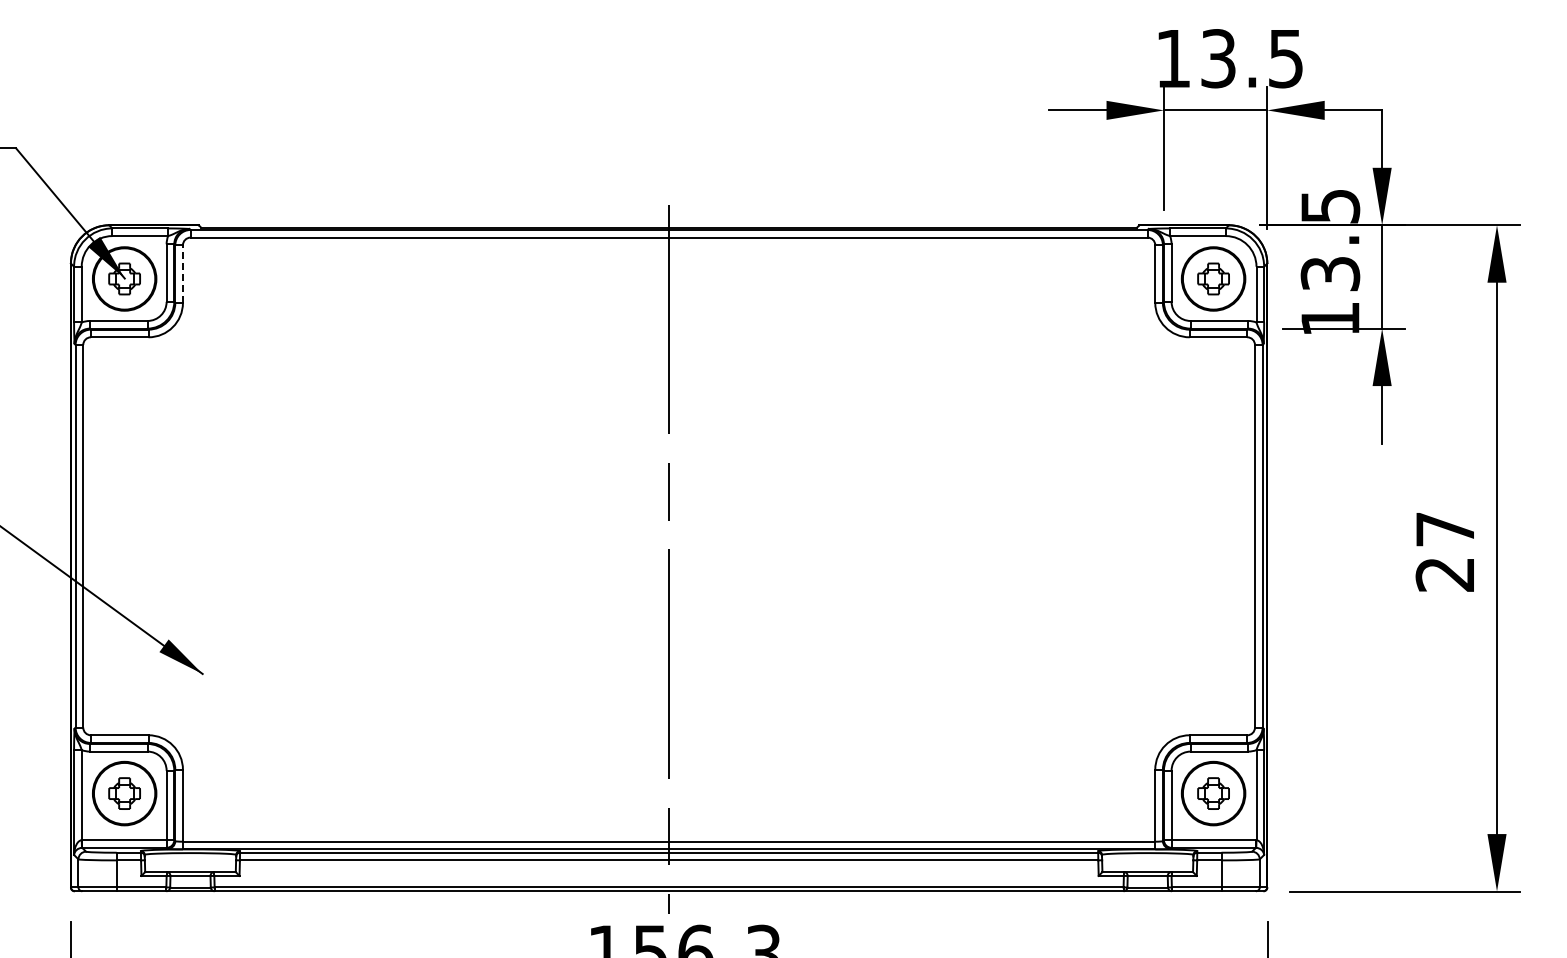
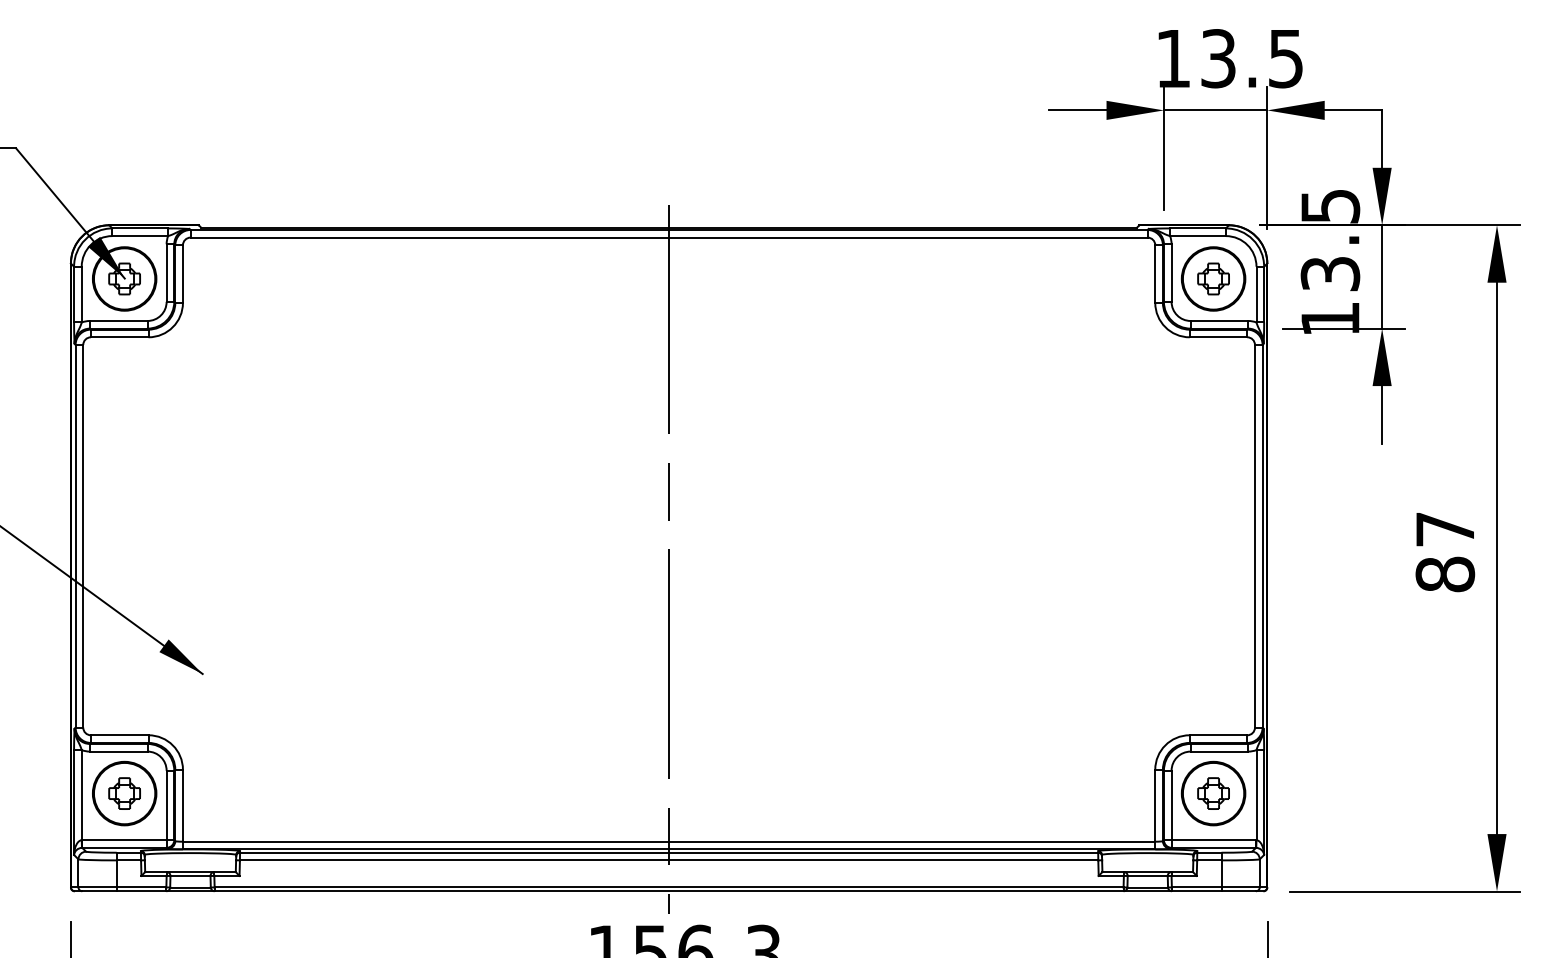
line at (182, 274): dashed -> solid
text at (1445, 574): 27 -> 87
